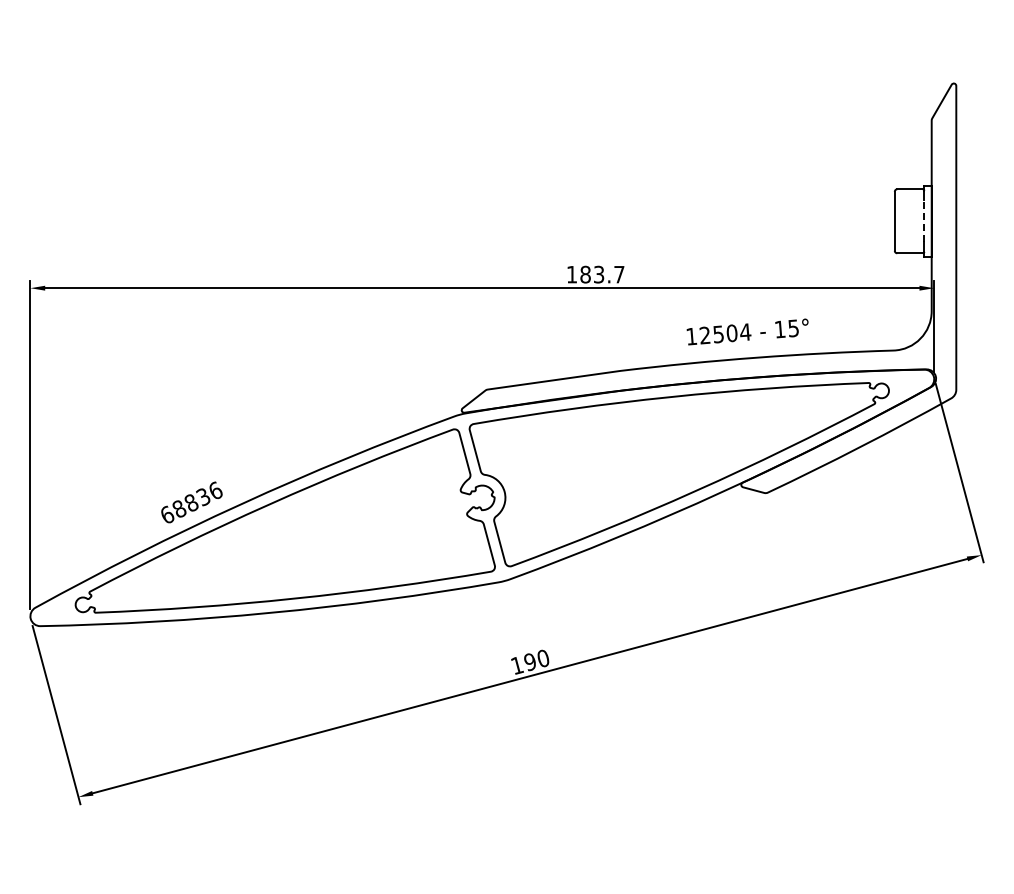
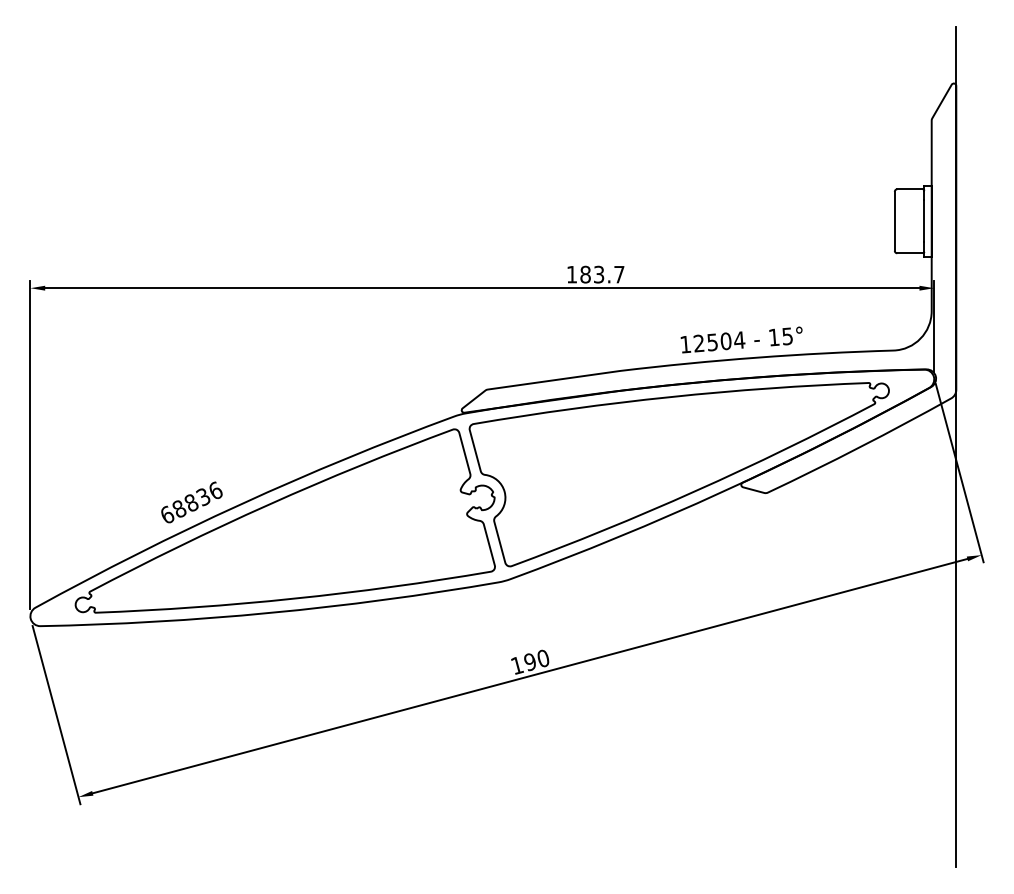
line at (924, 220): dashed -> solid
text at (747, 331) position: (747, 331) -> (741, 339)
line at (956, 446): none -> present
